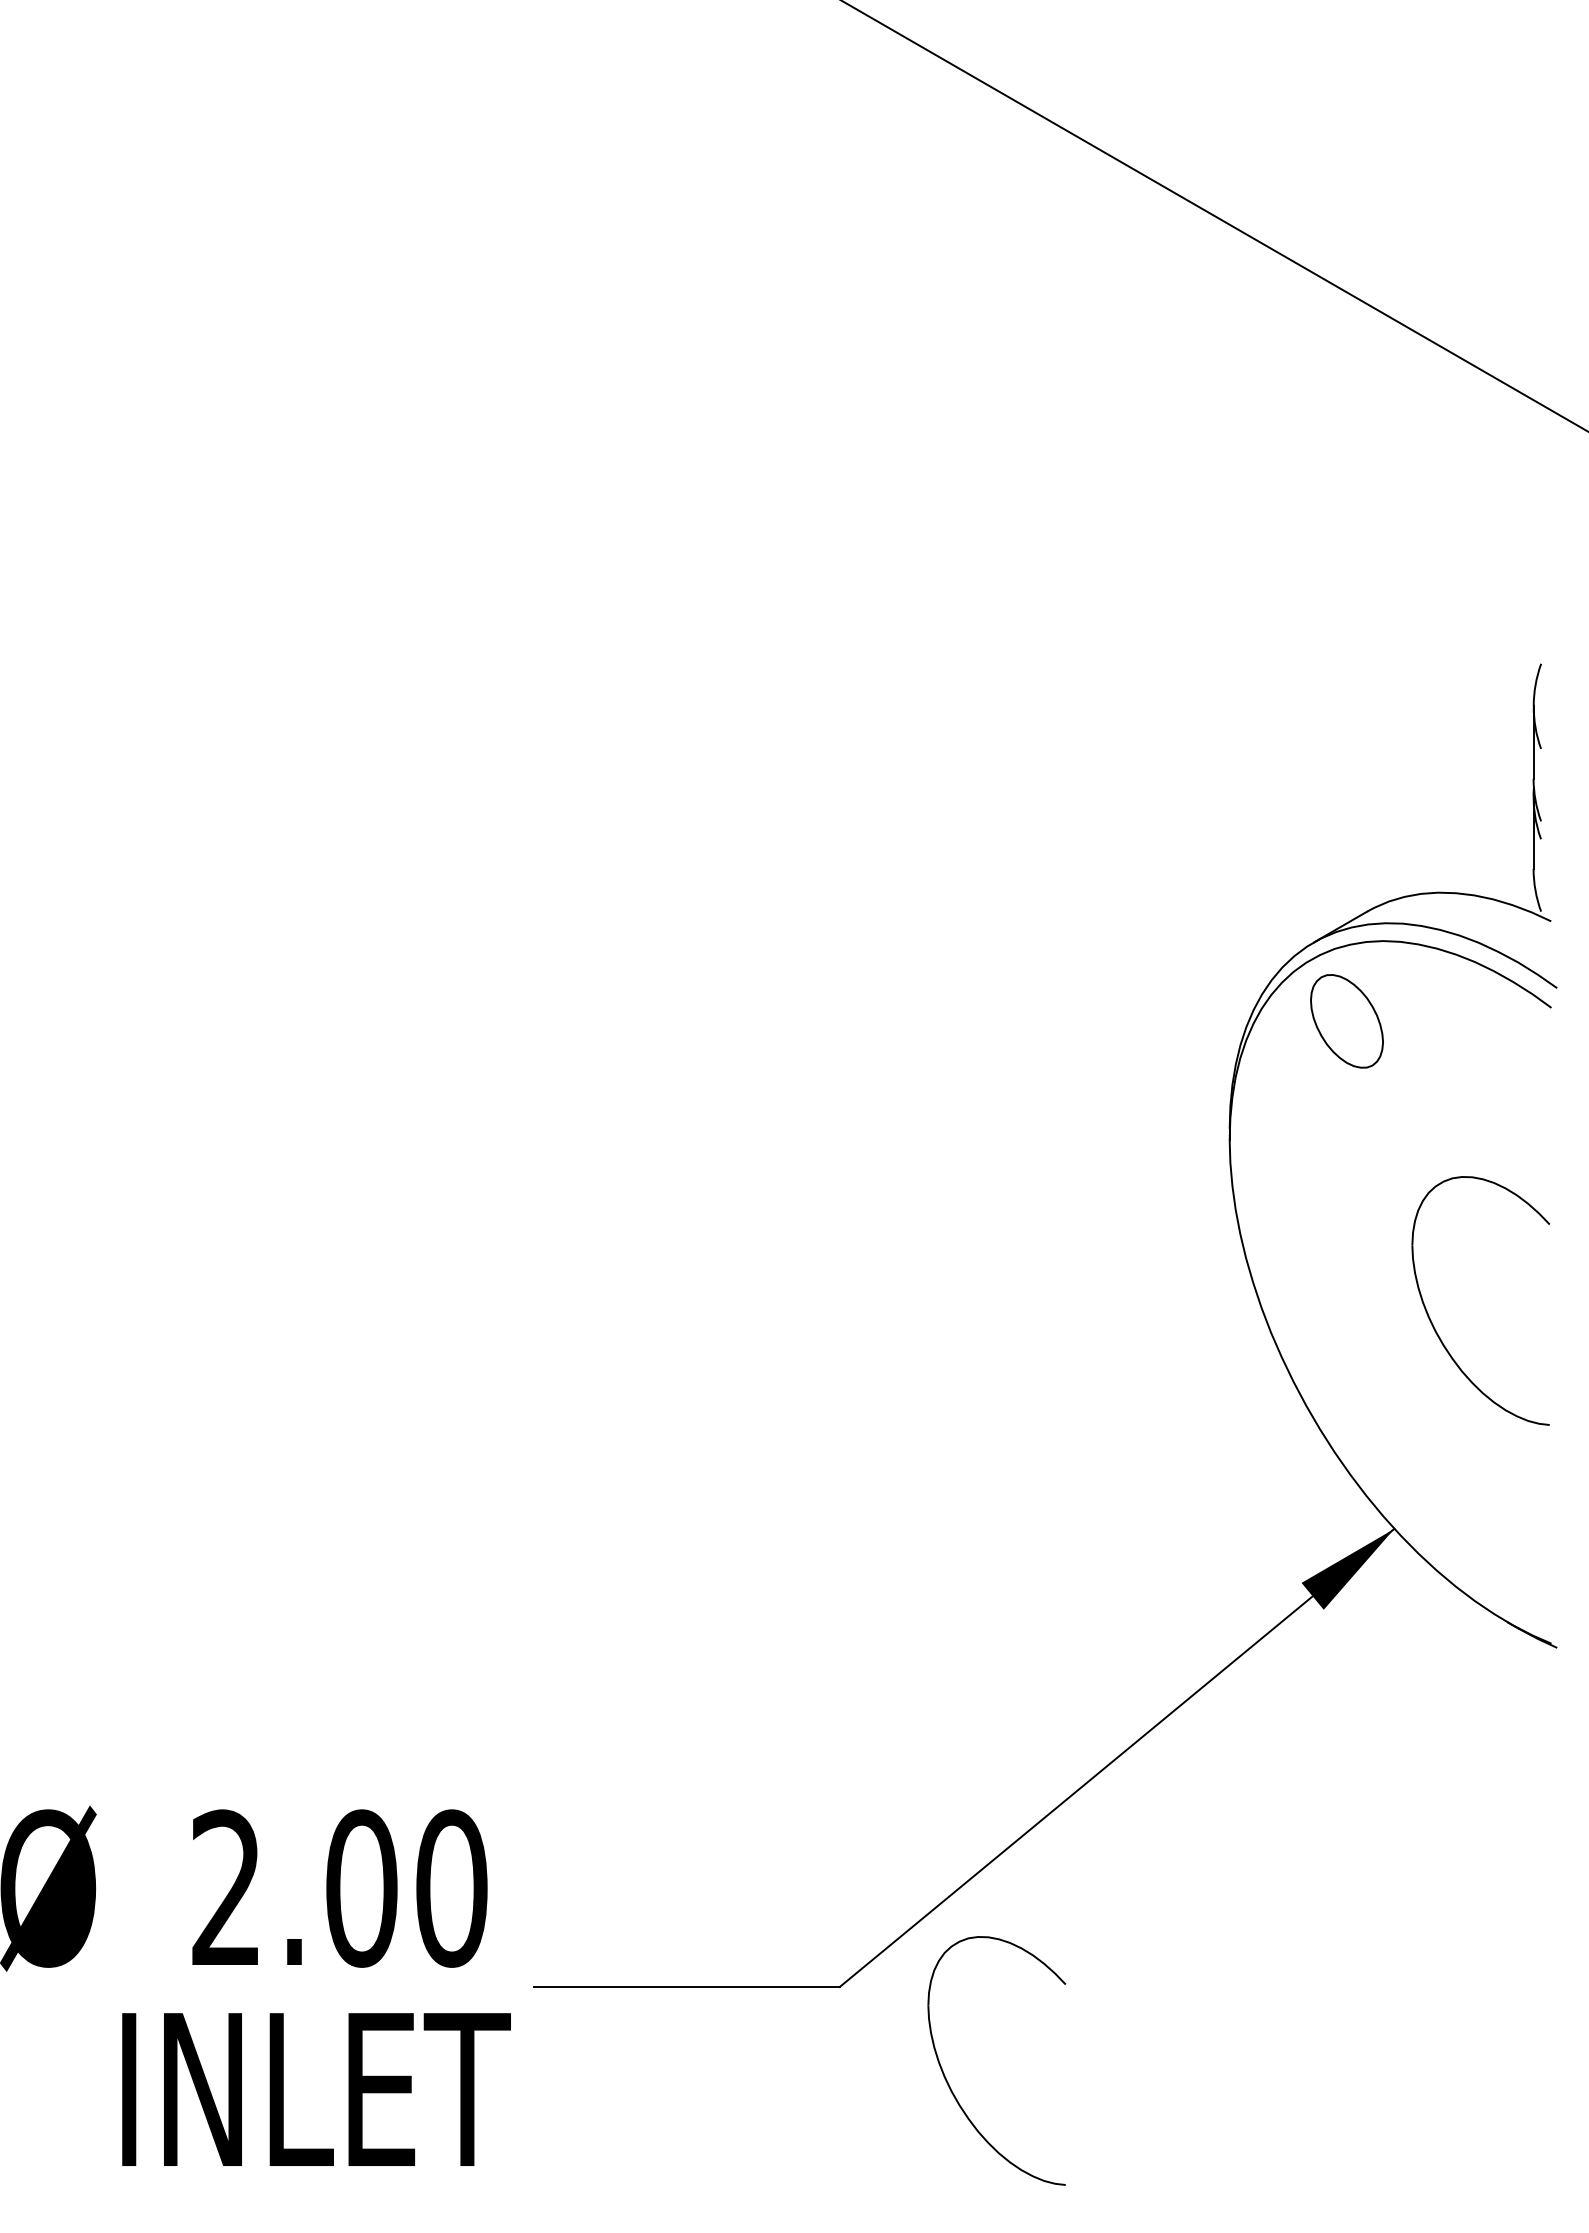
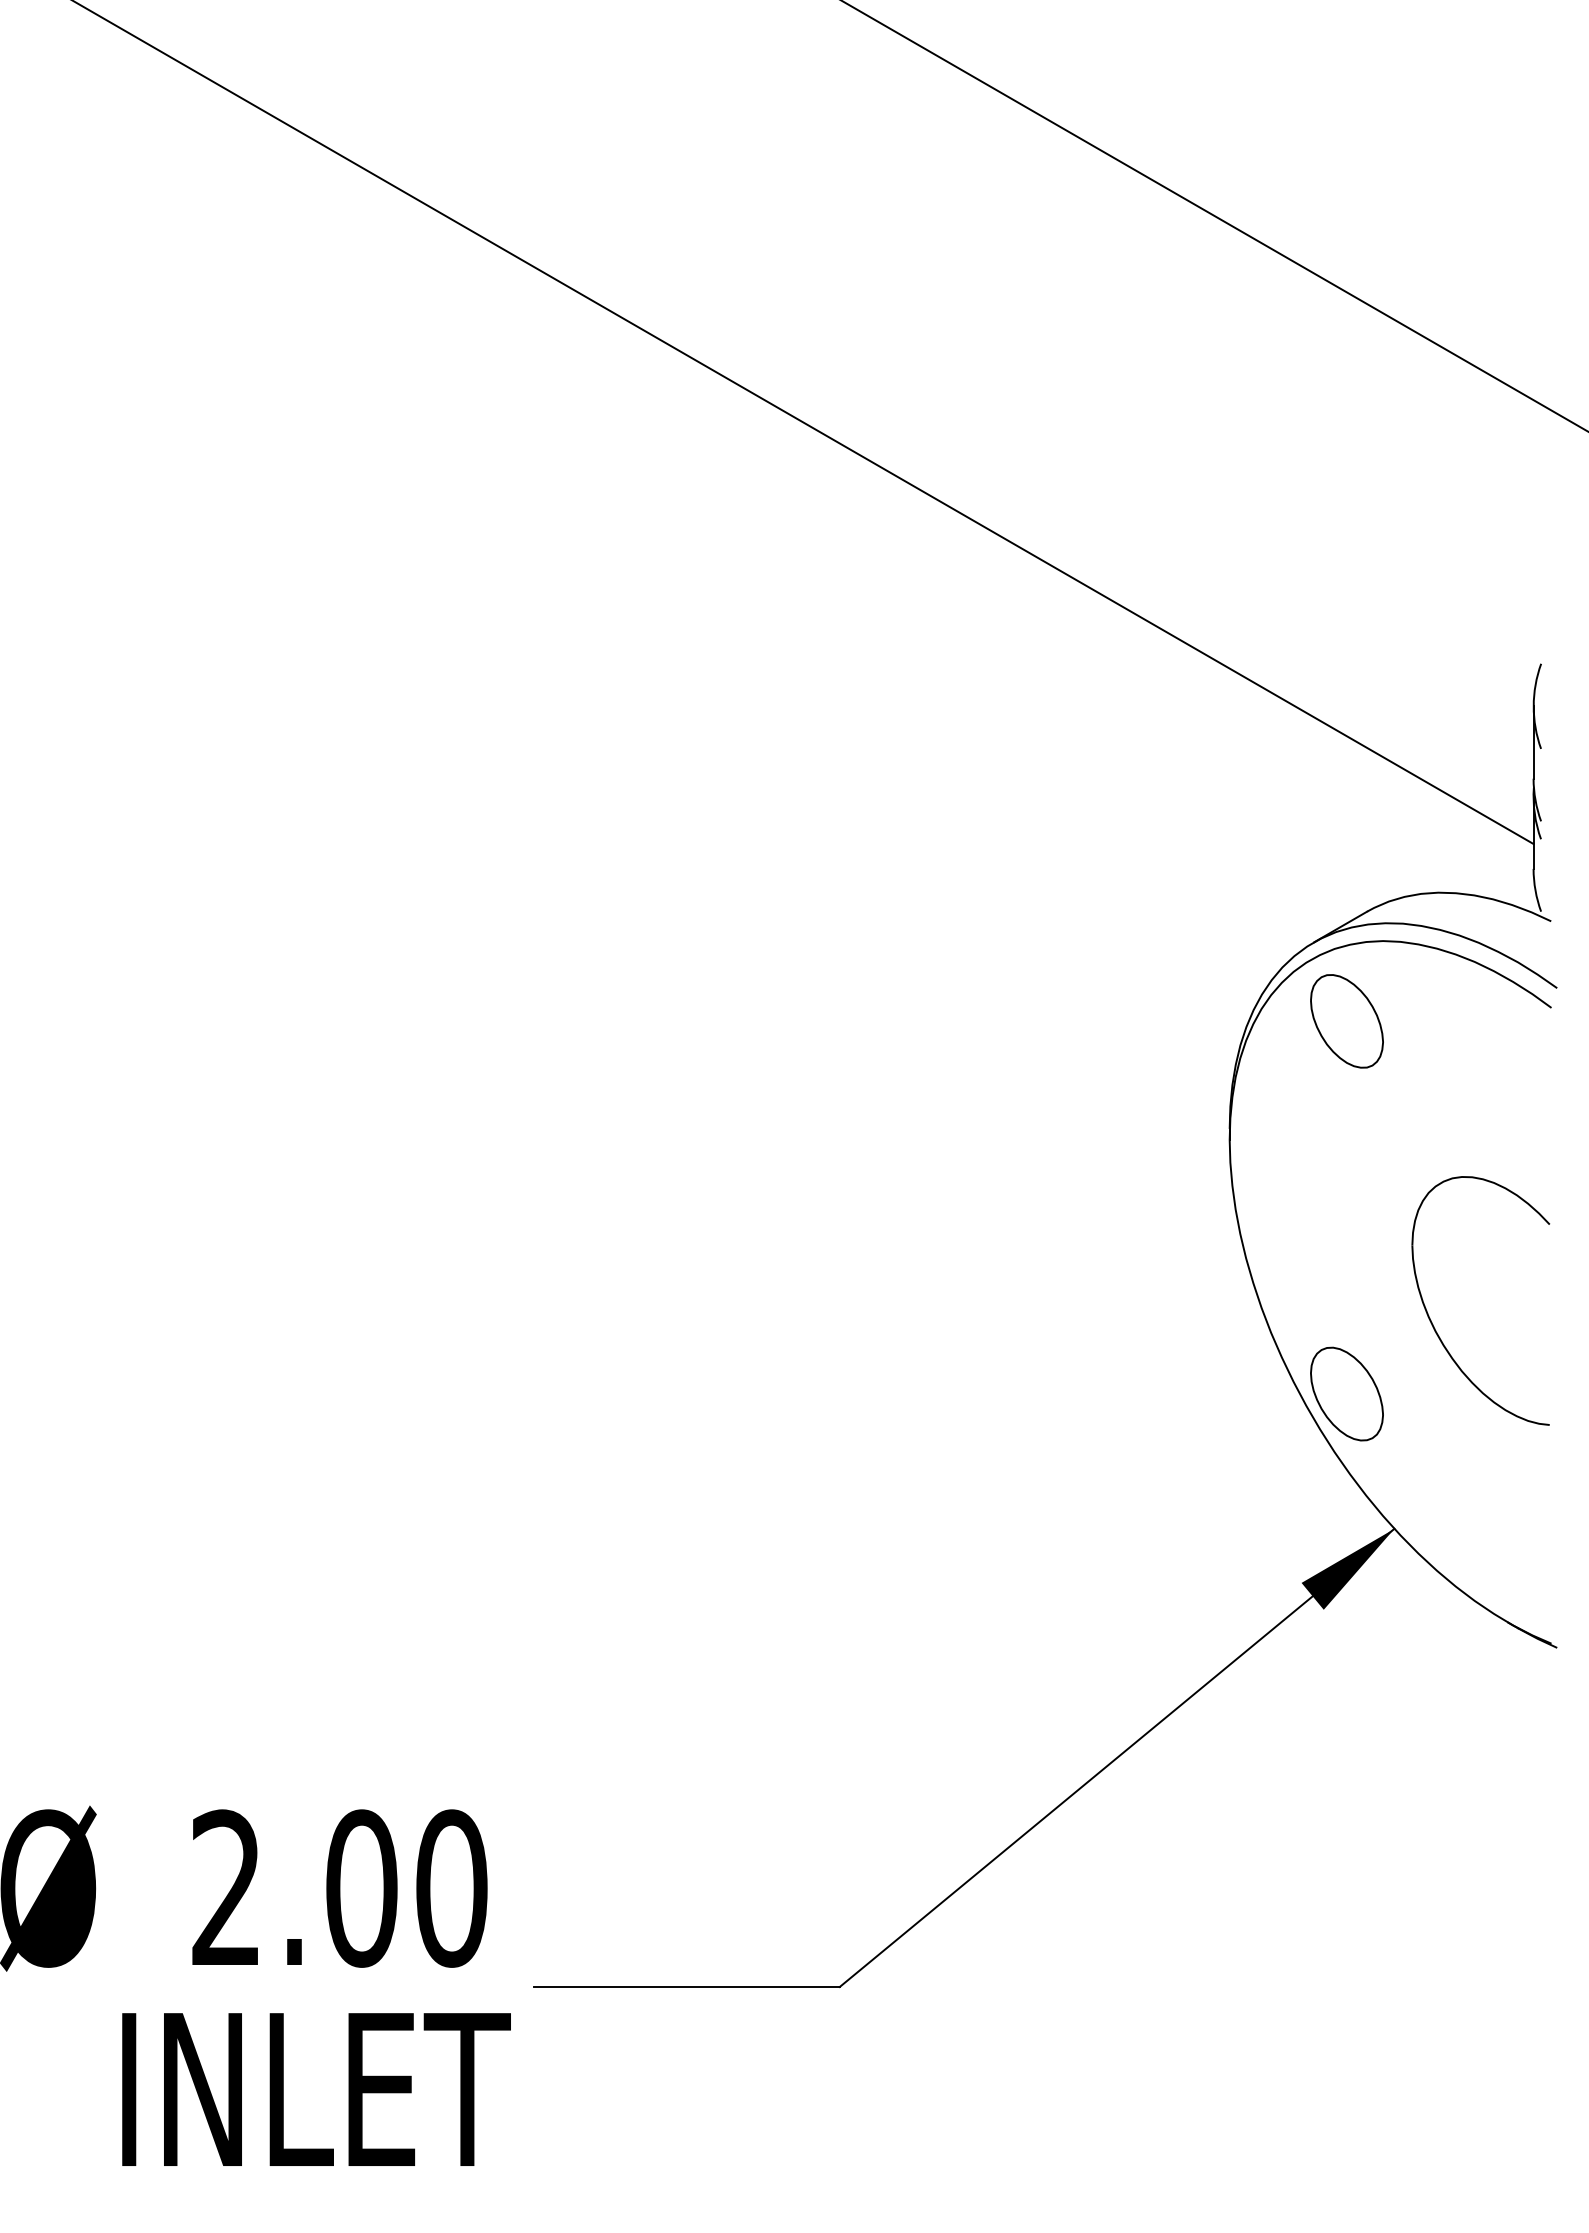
line at (804, 423): none -> present
part at (1346, 1393): none -> present
part at (949, 2084): present -> none
